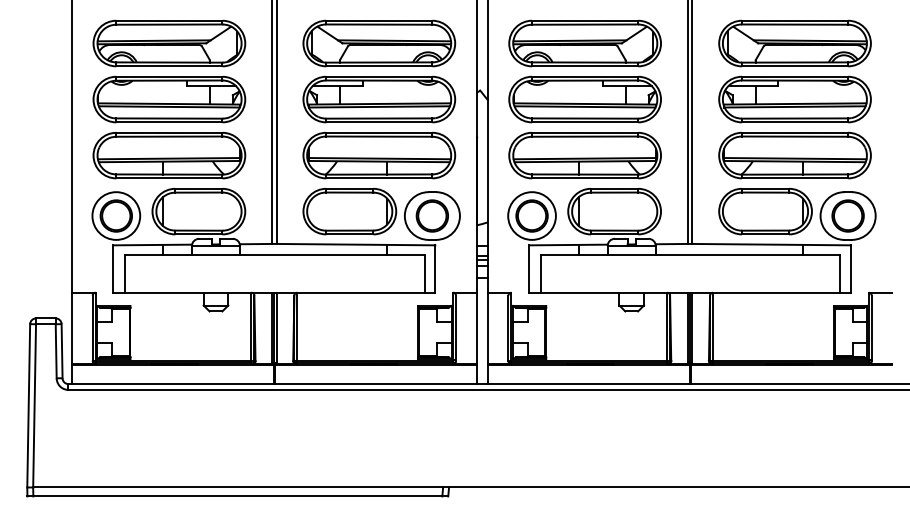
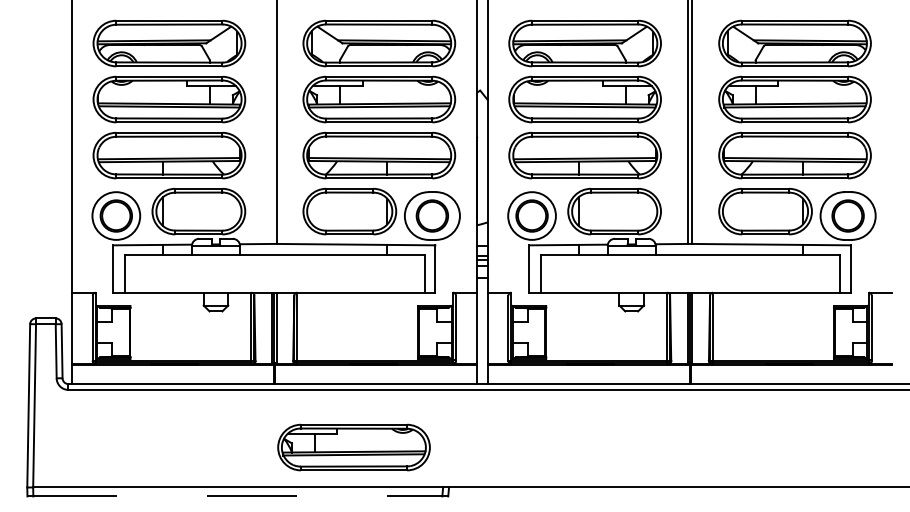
line at (272, 122): present -> none
part at (353, 447): none -> present
line at (238, 496): solid -> dashed
